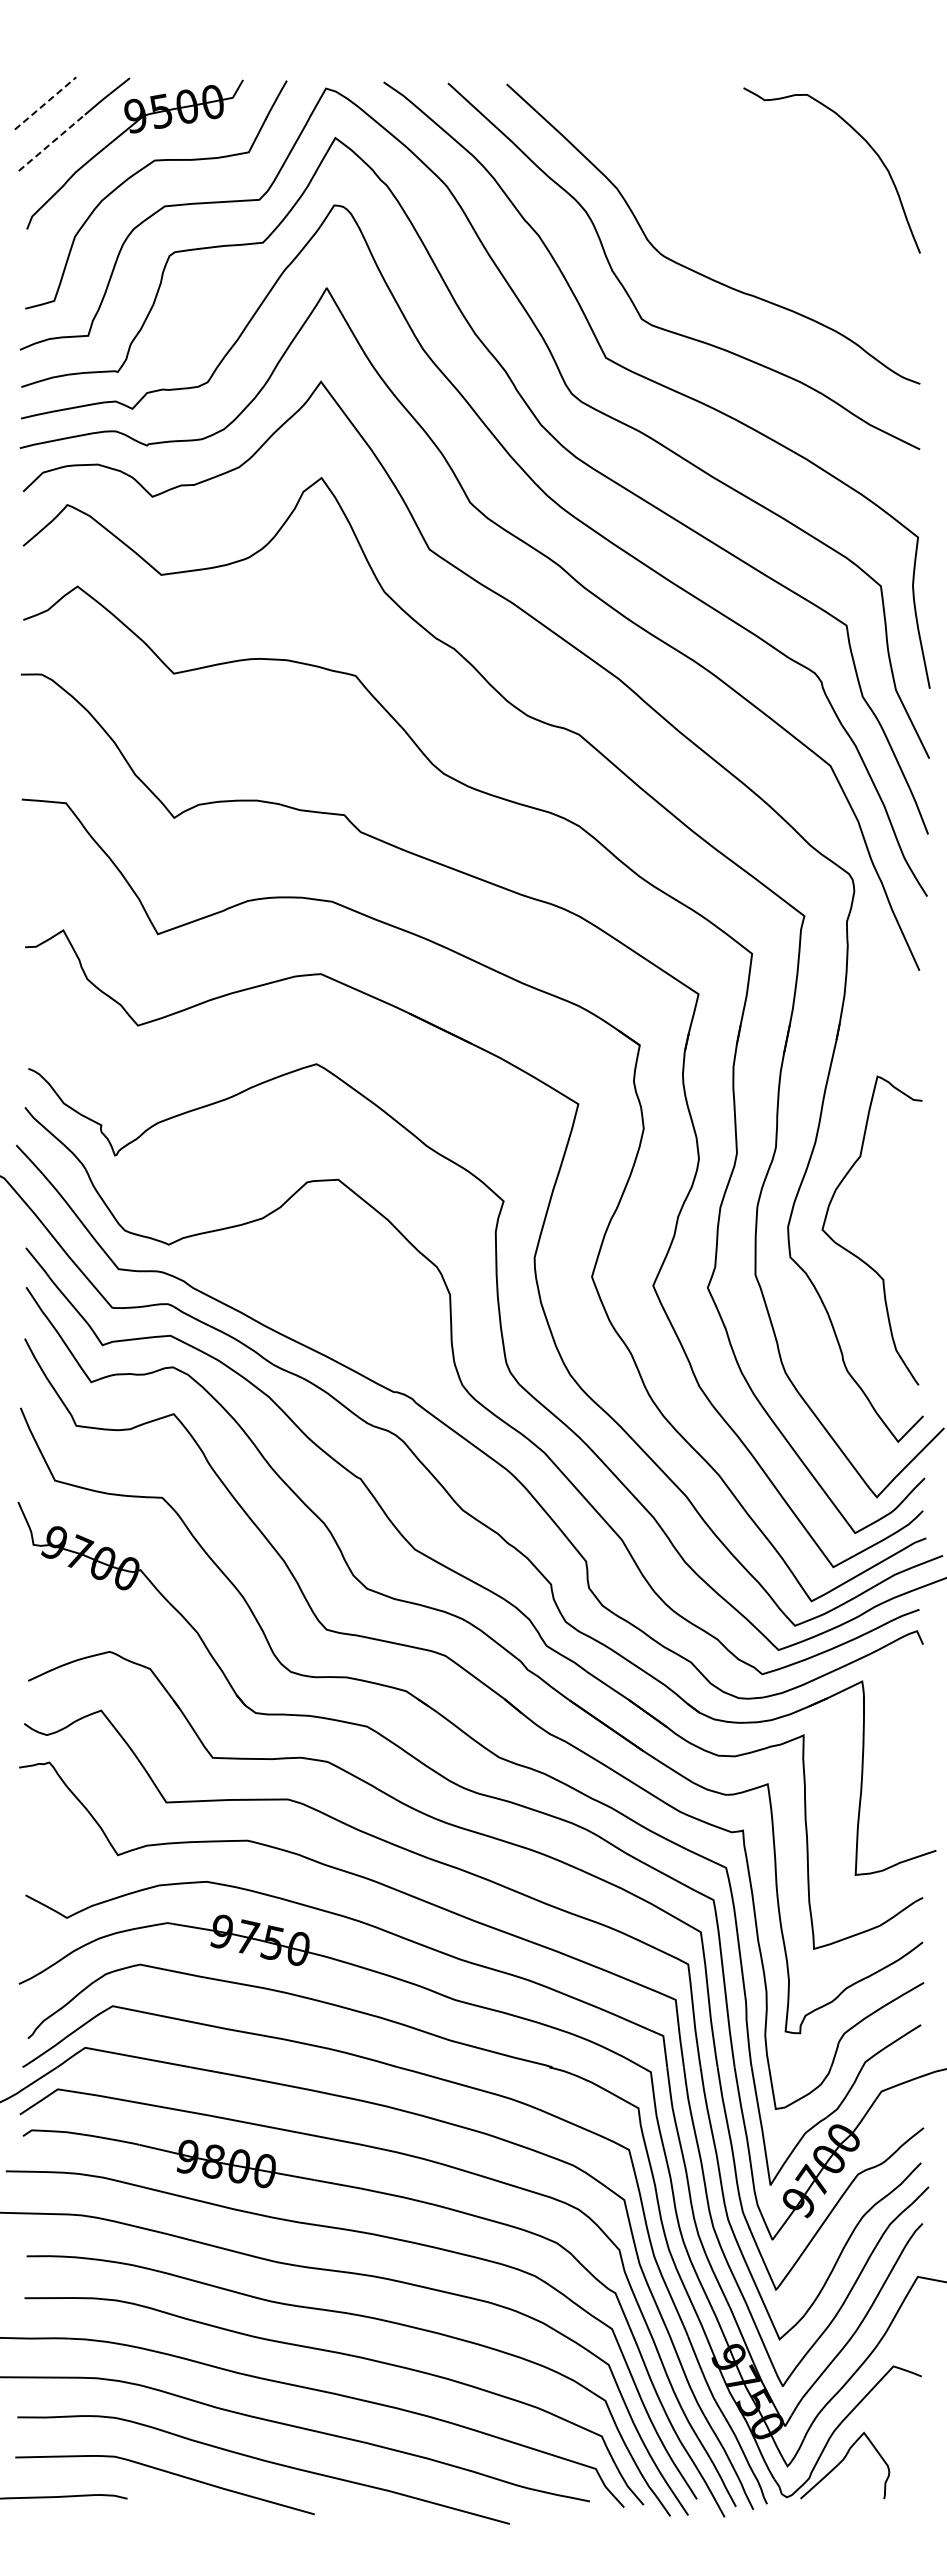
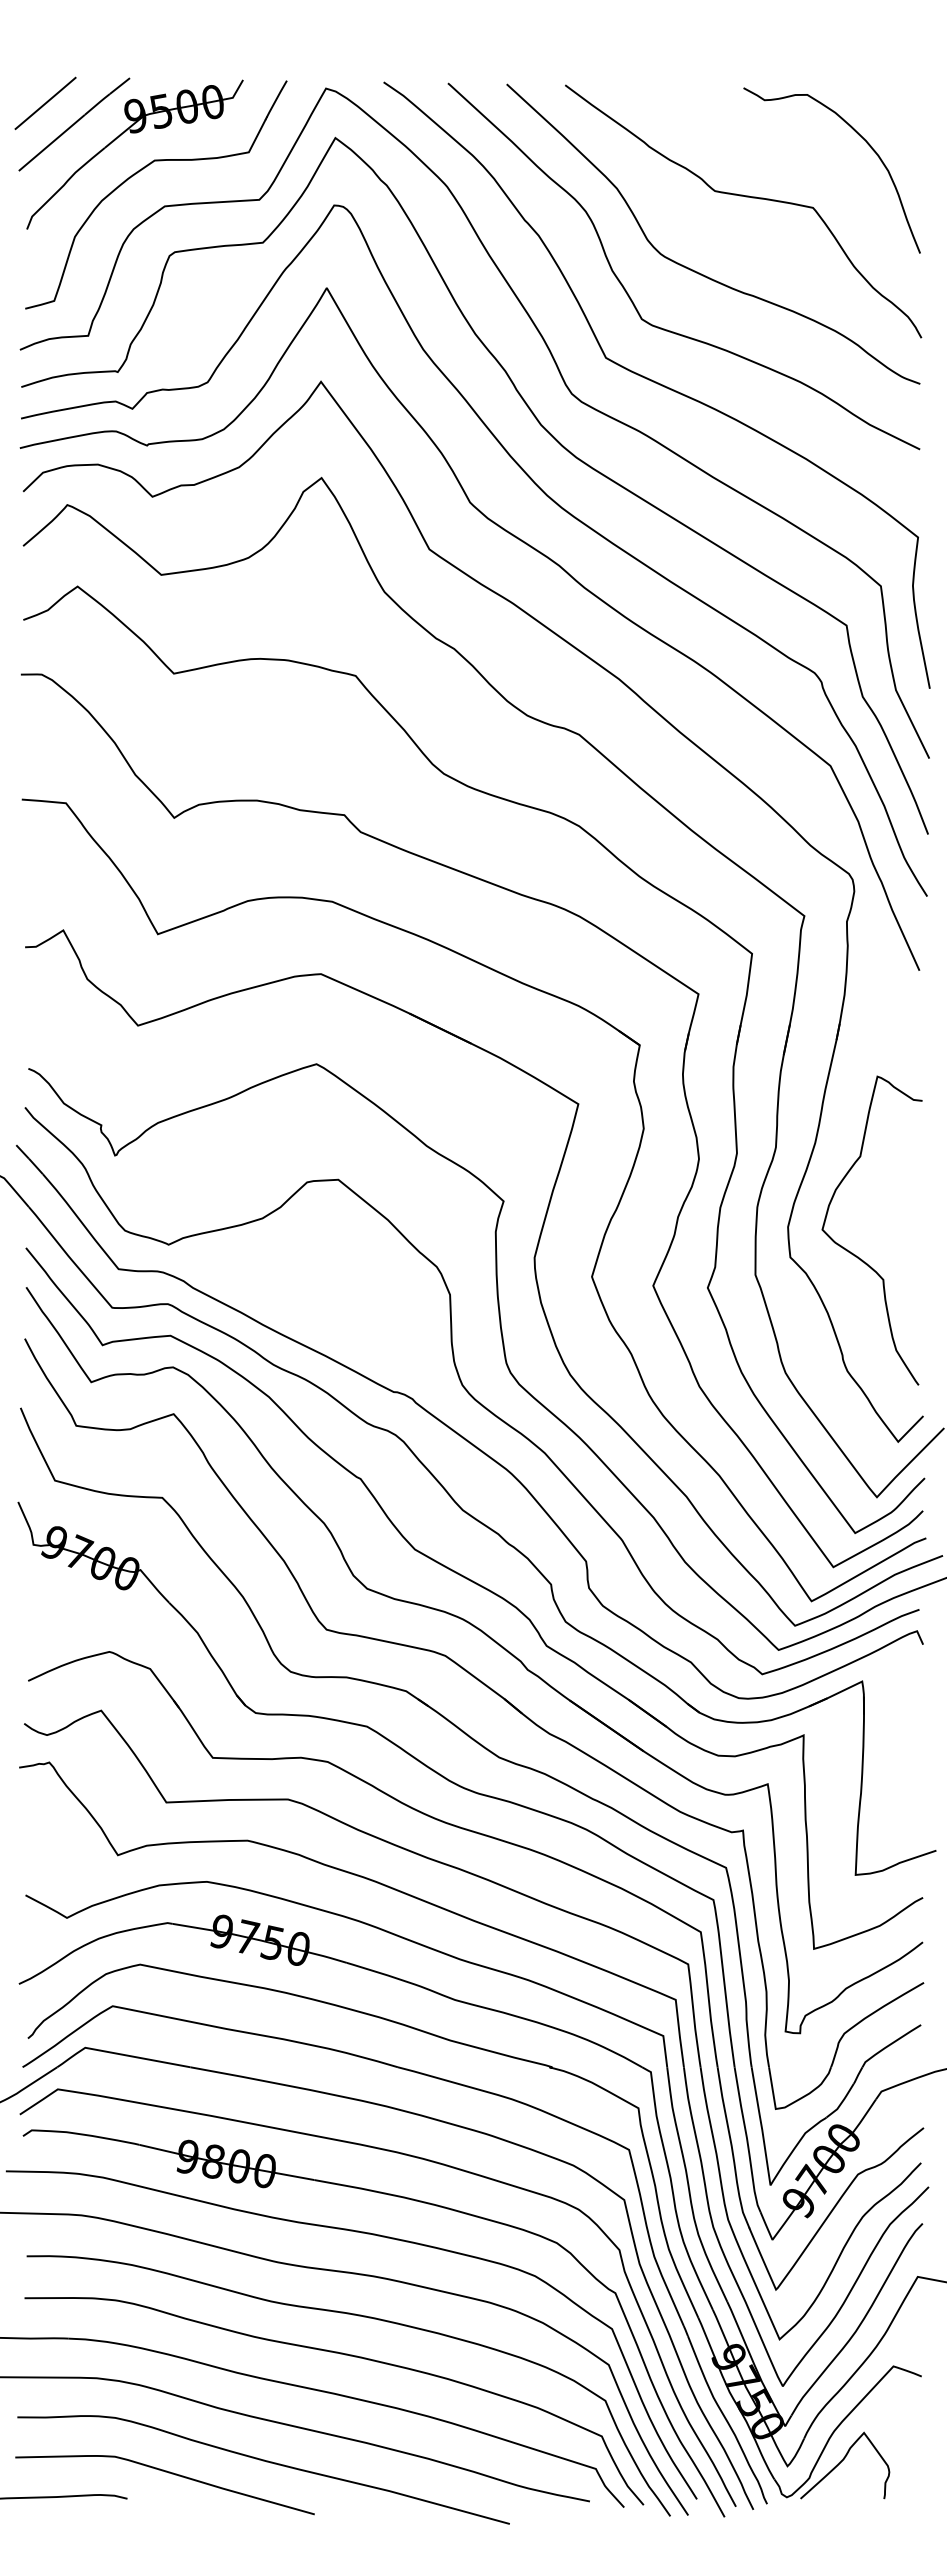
line at (46, 103): dashed -> solid
line at (52, 142): dashed -> solid
curve at (745, 197): none -> present
